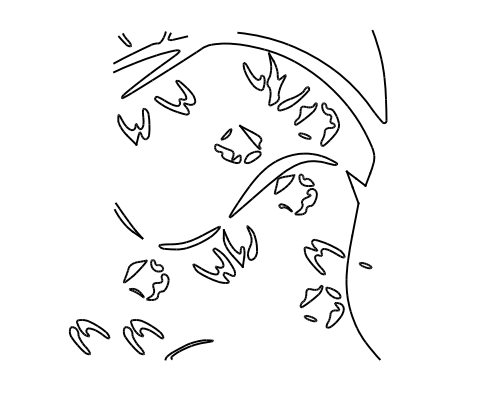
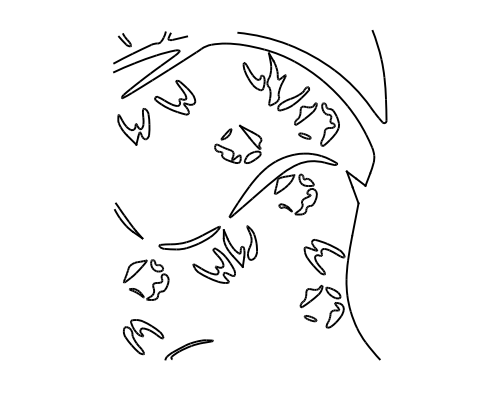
part at (365, 265): present -> none
part at (89, 337): present -> none
